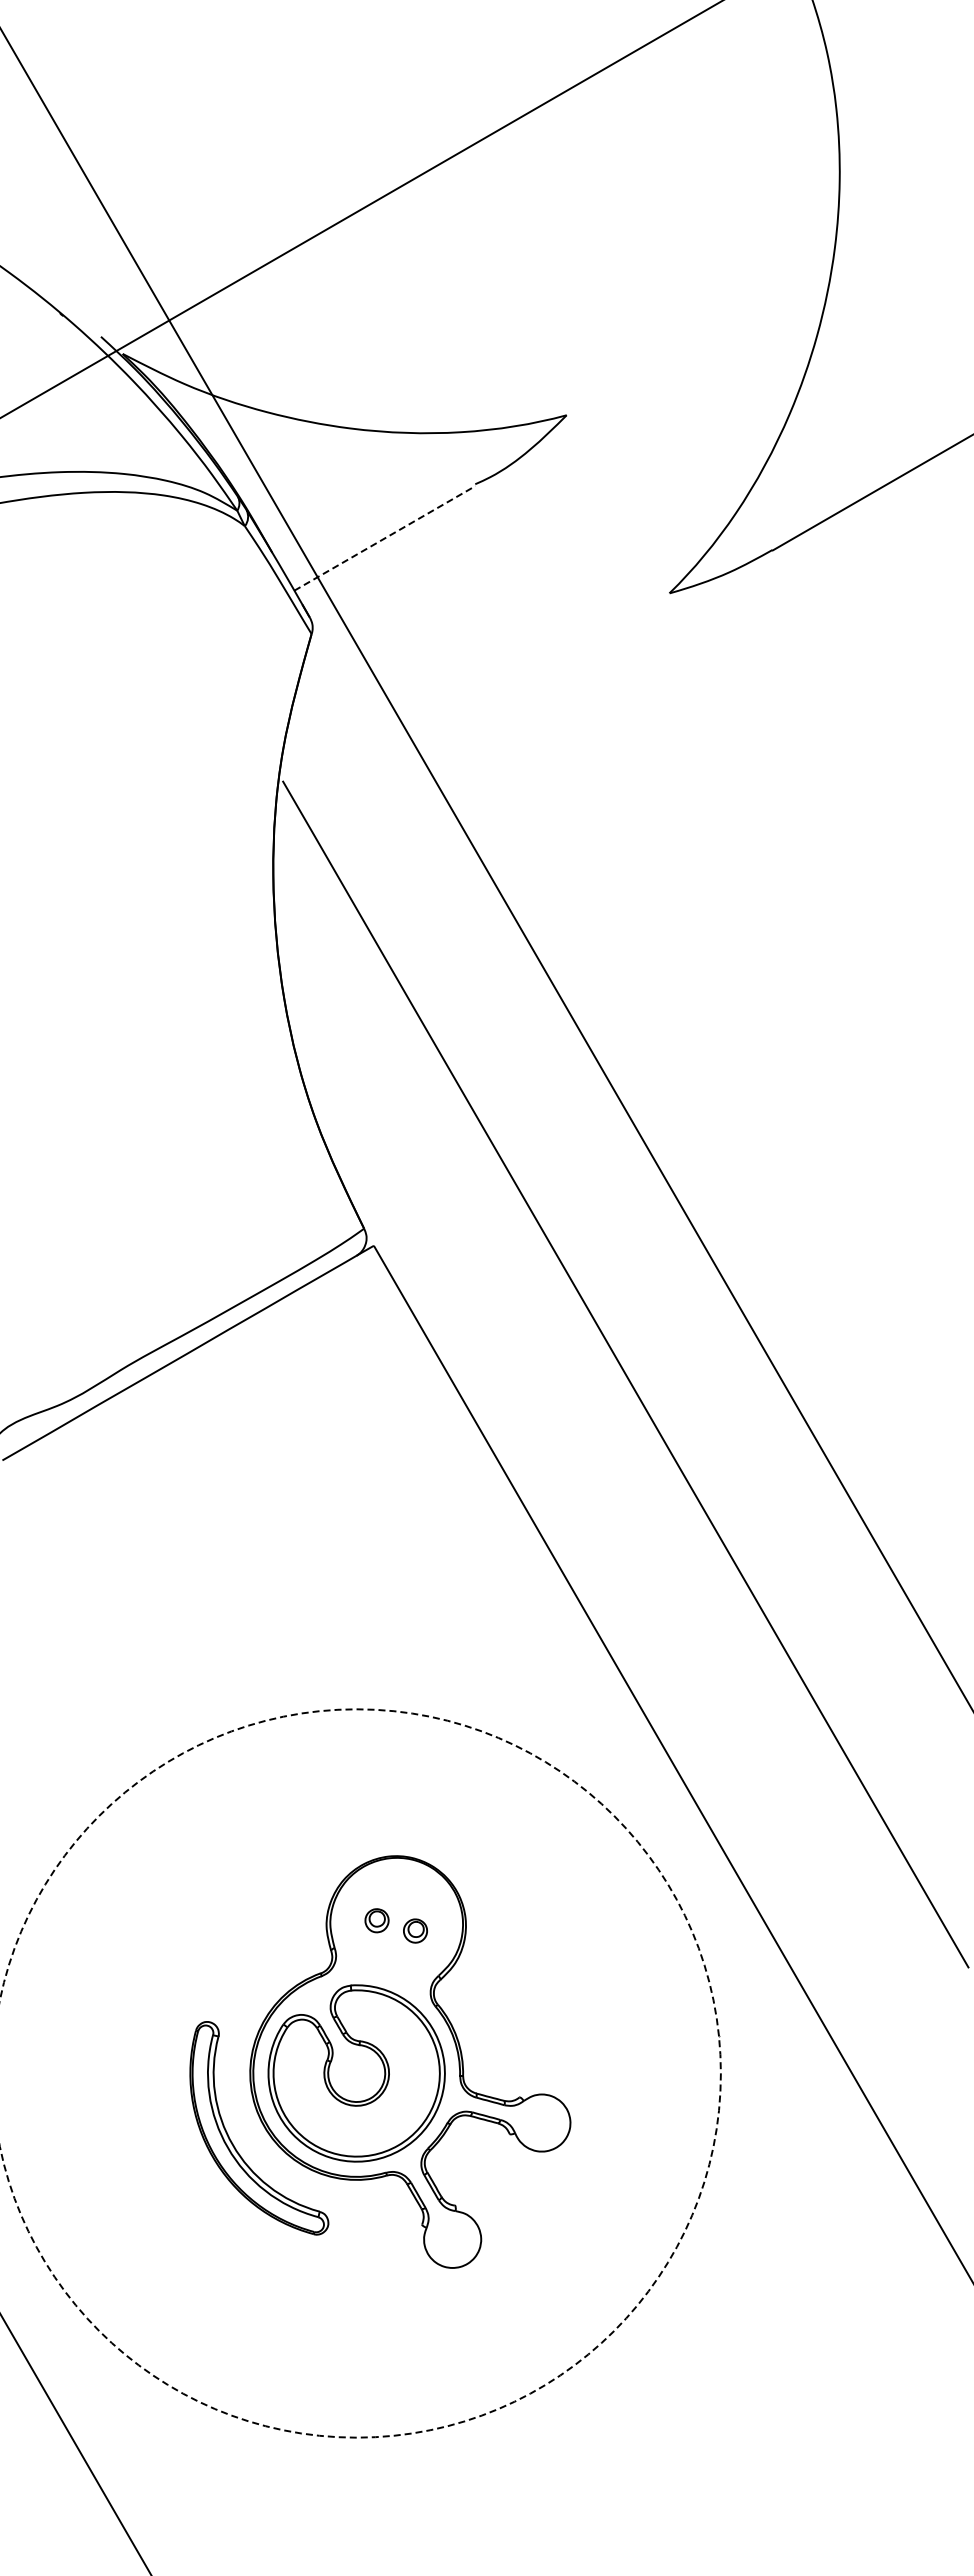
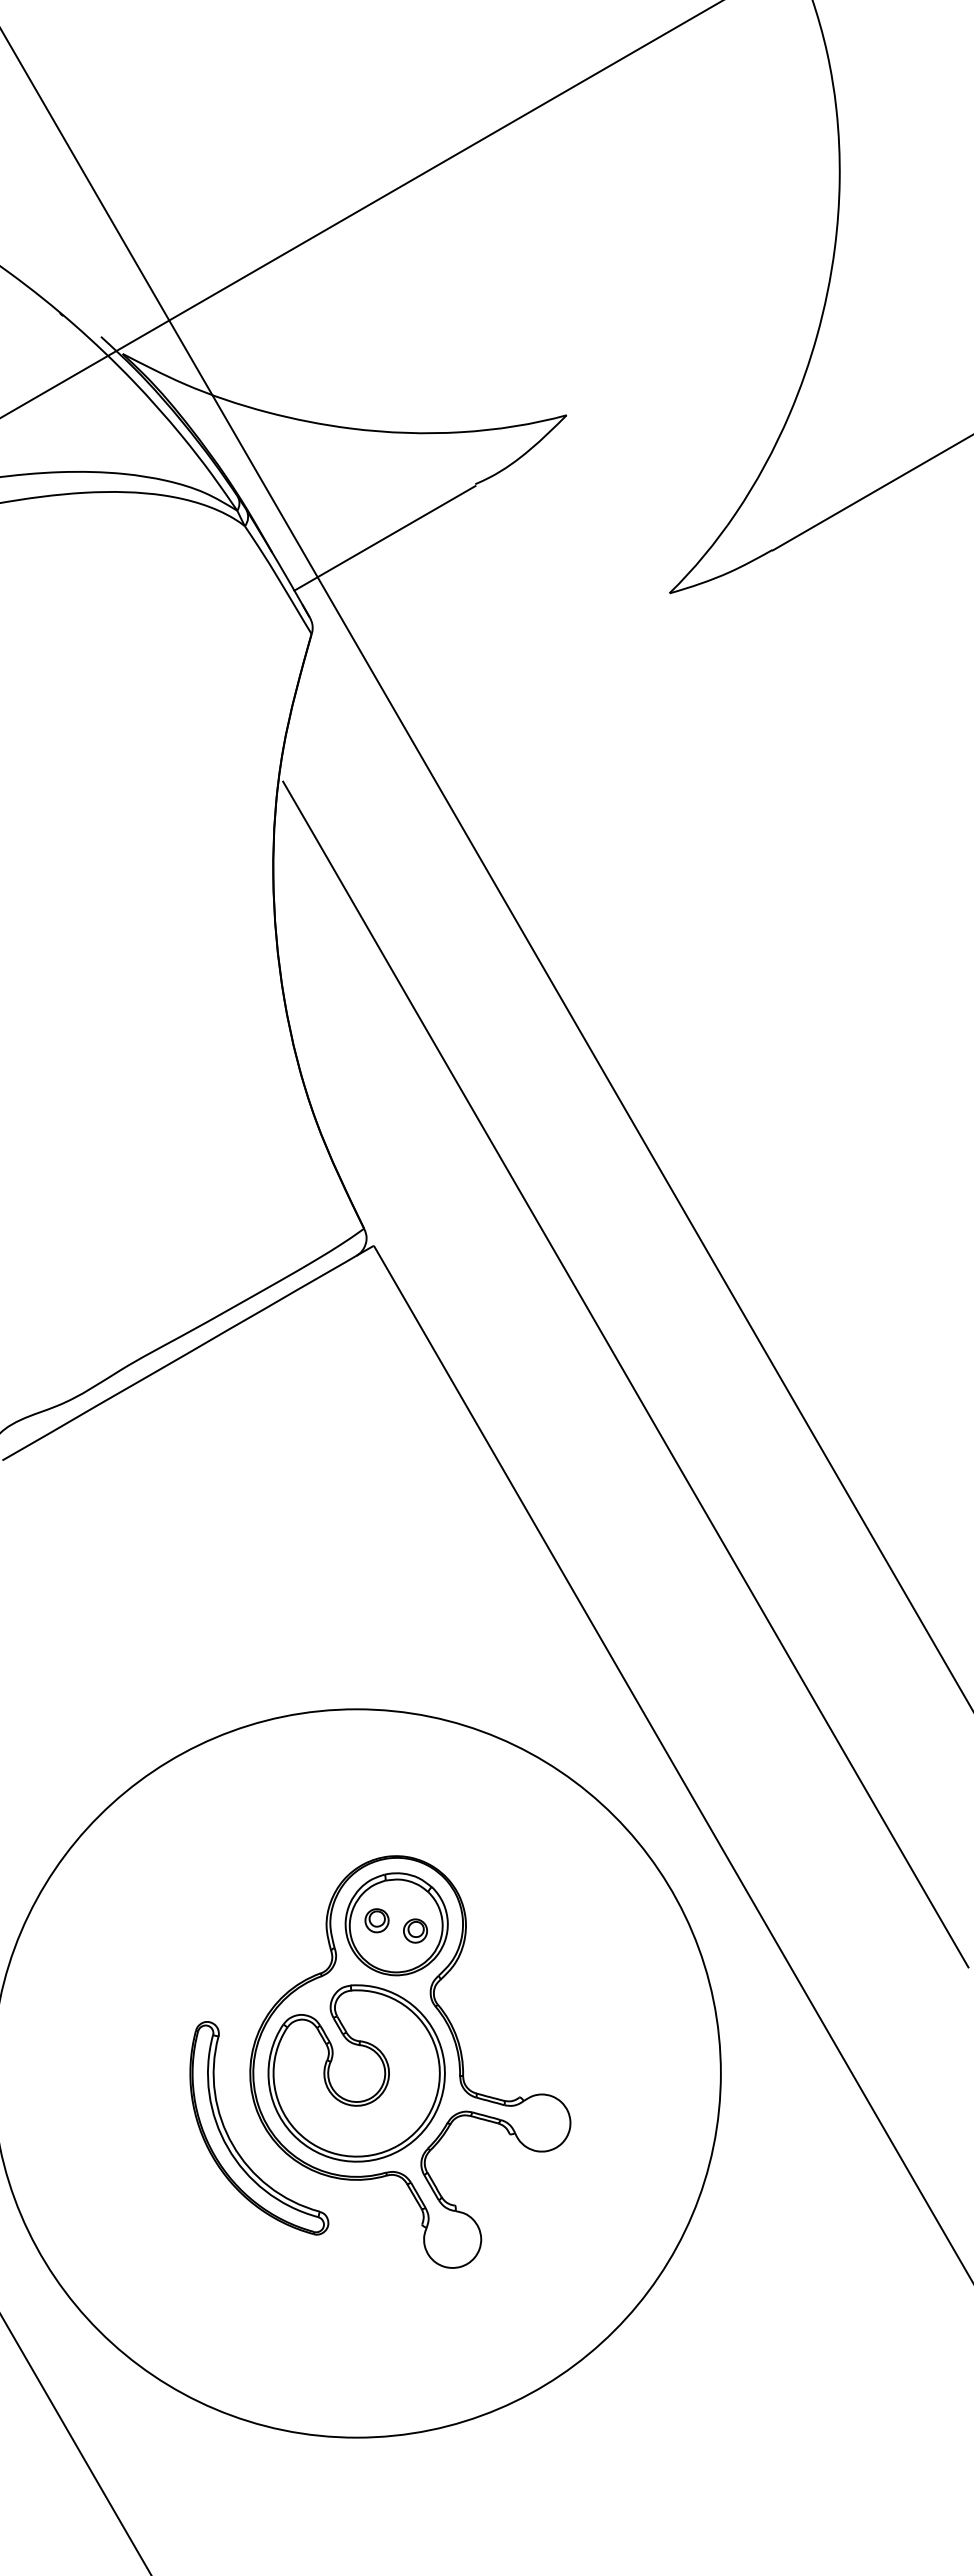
line at (384, 538): dashed -> solid
part at (396, 1924): none -> present
circle at (360, 2073): dashed -> solid
